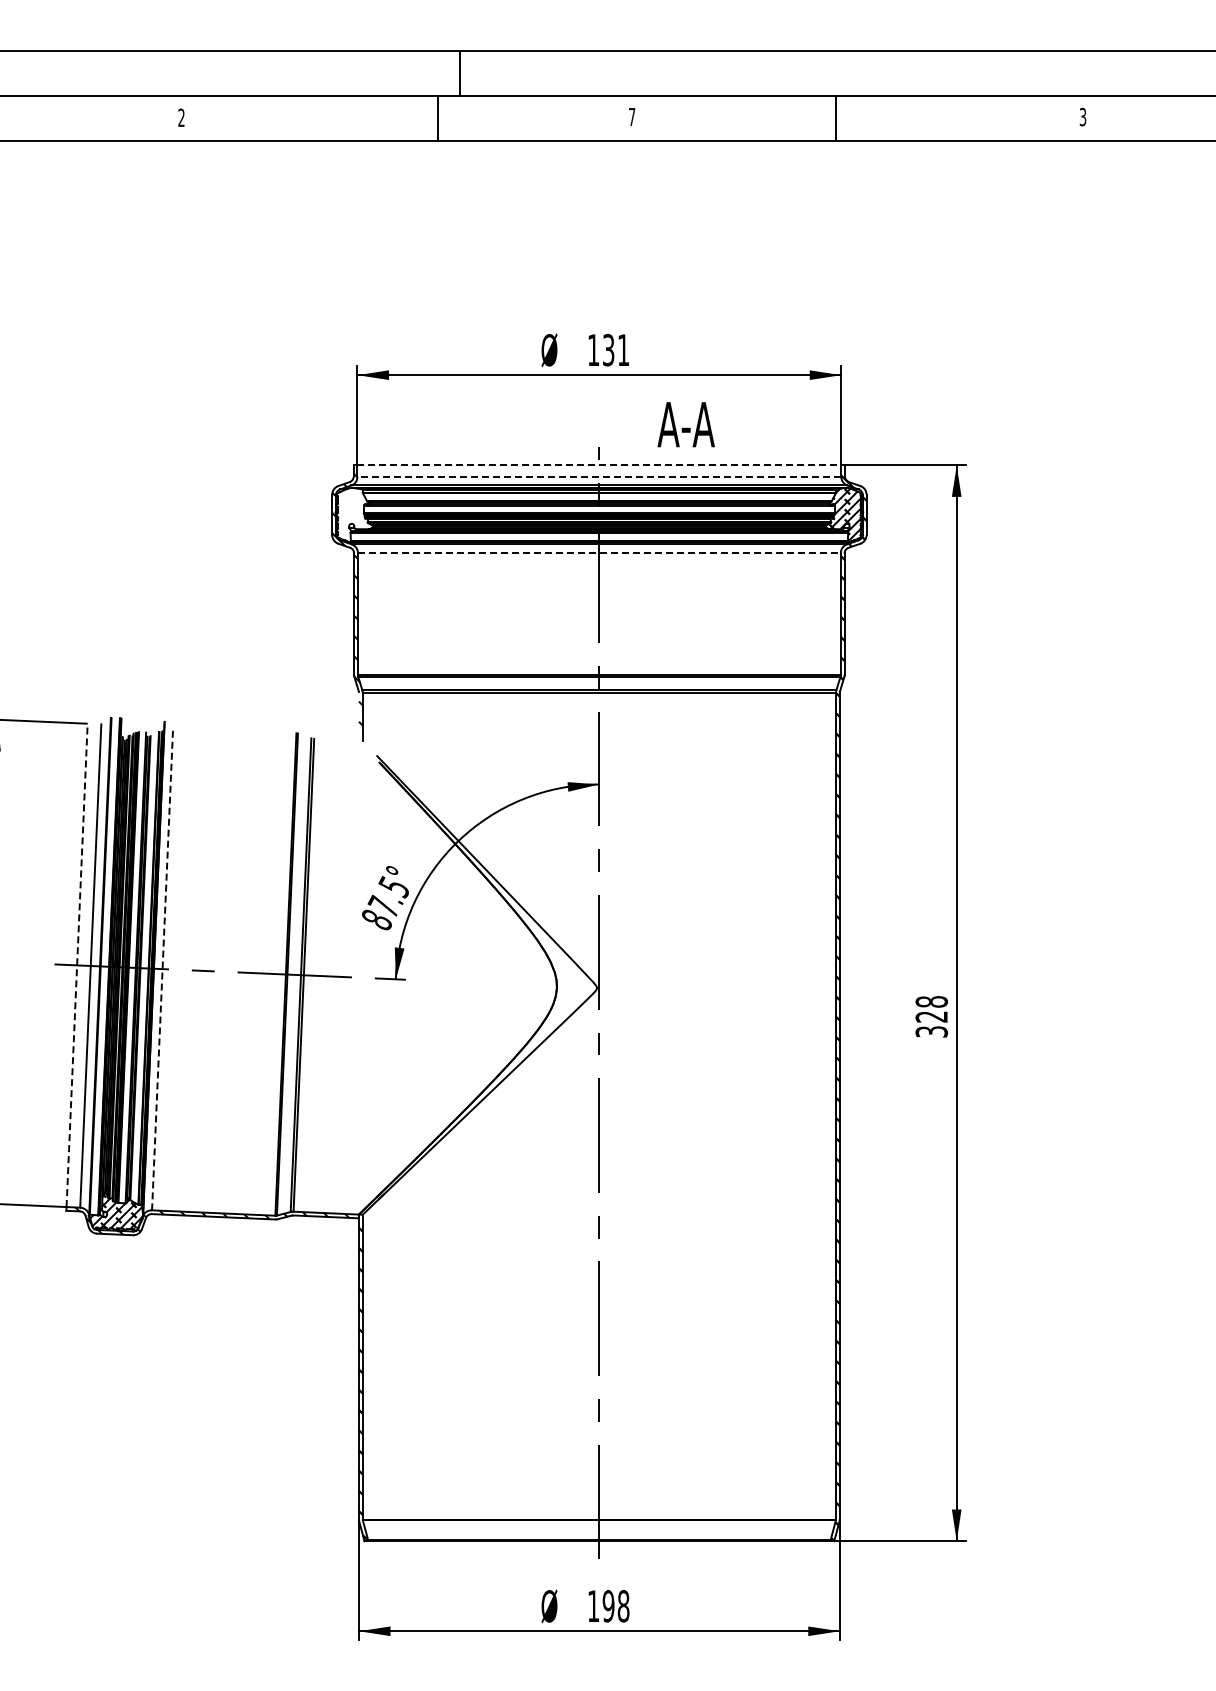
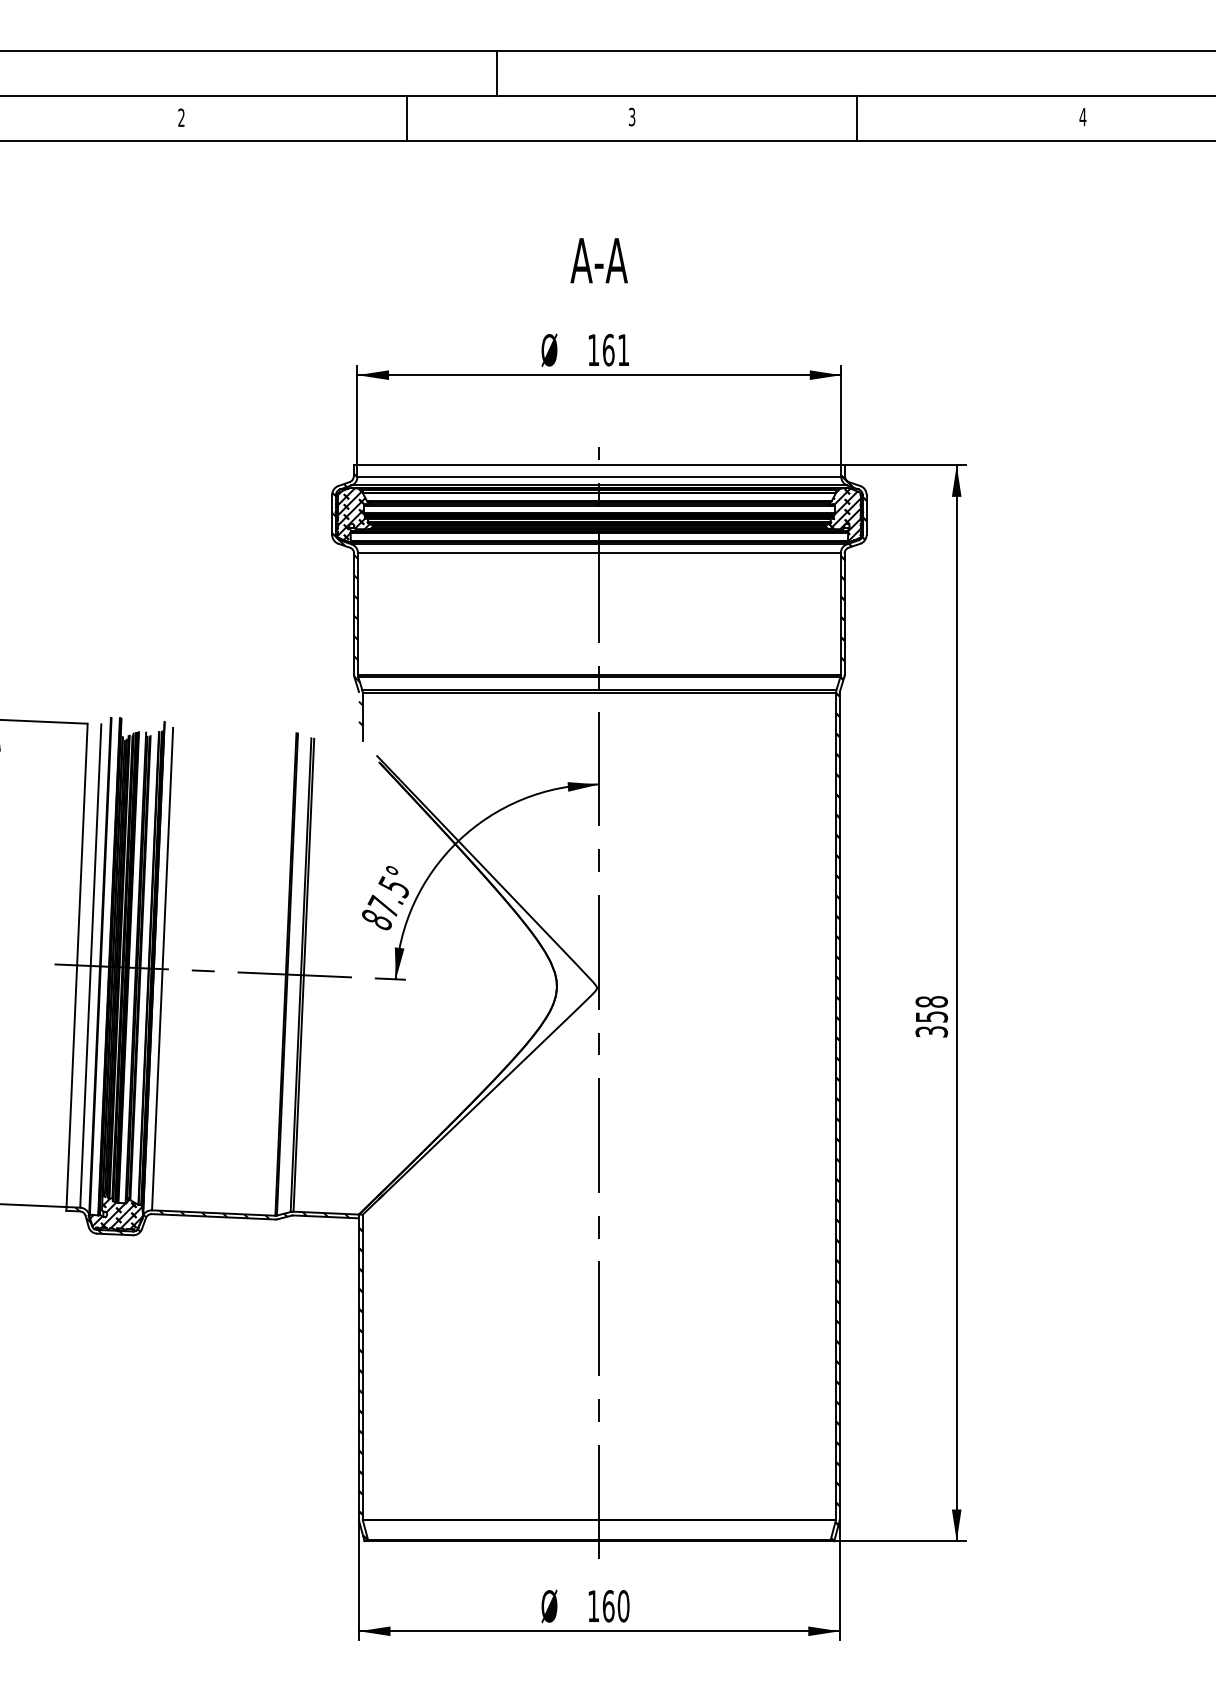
line at (459, 72) position: (459, 72) -> (496, 72)
text at (632, 116): 7 -> 3
text at (1082, 116): 3 -> 4
line at (437, 117) position: (437, 117) -> (406, 117)
line at (836, 117) position: (836, 117) -> (857, 117)
text at (608, 349): 131 -> 161
text at (685, 424) position: (685, 424) -> (598, 260)
line at (599, 465): dashed -> solid
line at (599, 476): dashed -> solid
hatch at (352, 514): none -> present
line at (599, 552): dashed -> solid
line at (77, 965): dashed -> solid
line at (162, 968): dashed -> solid
text at (931, 1016): 328 -> 358
text at (615, 1606): 198 -> 160
